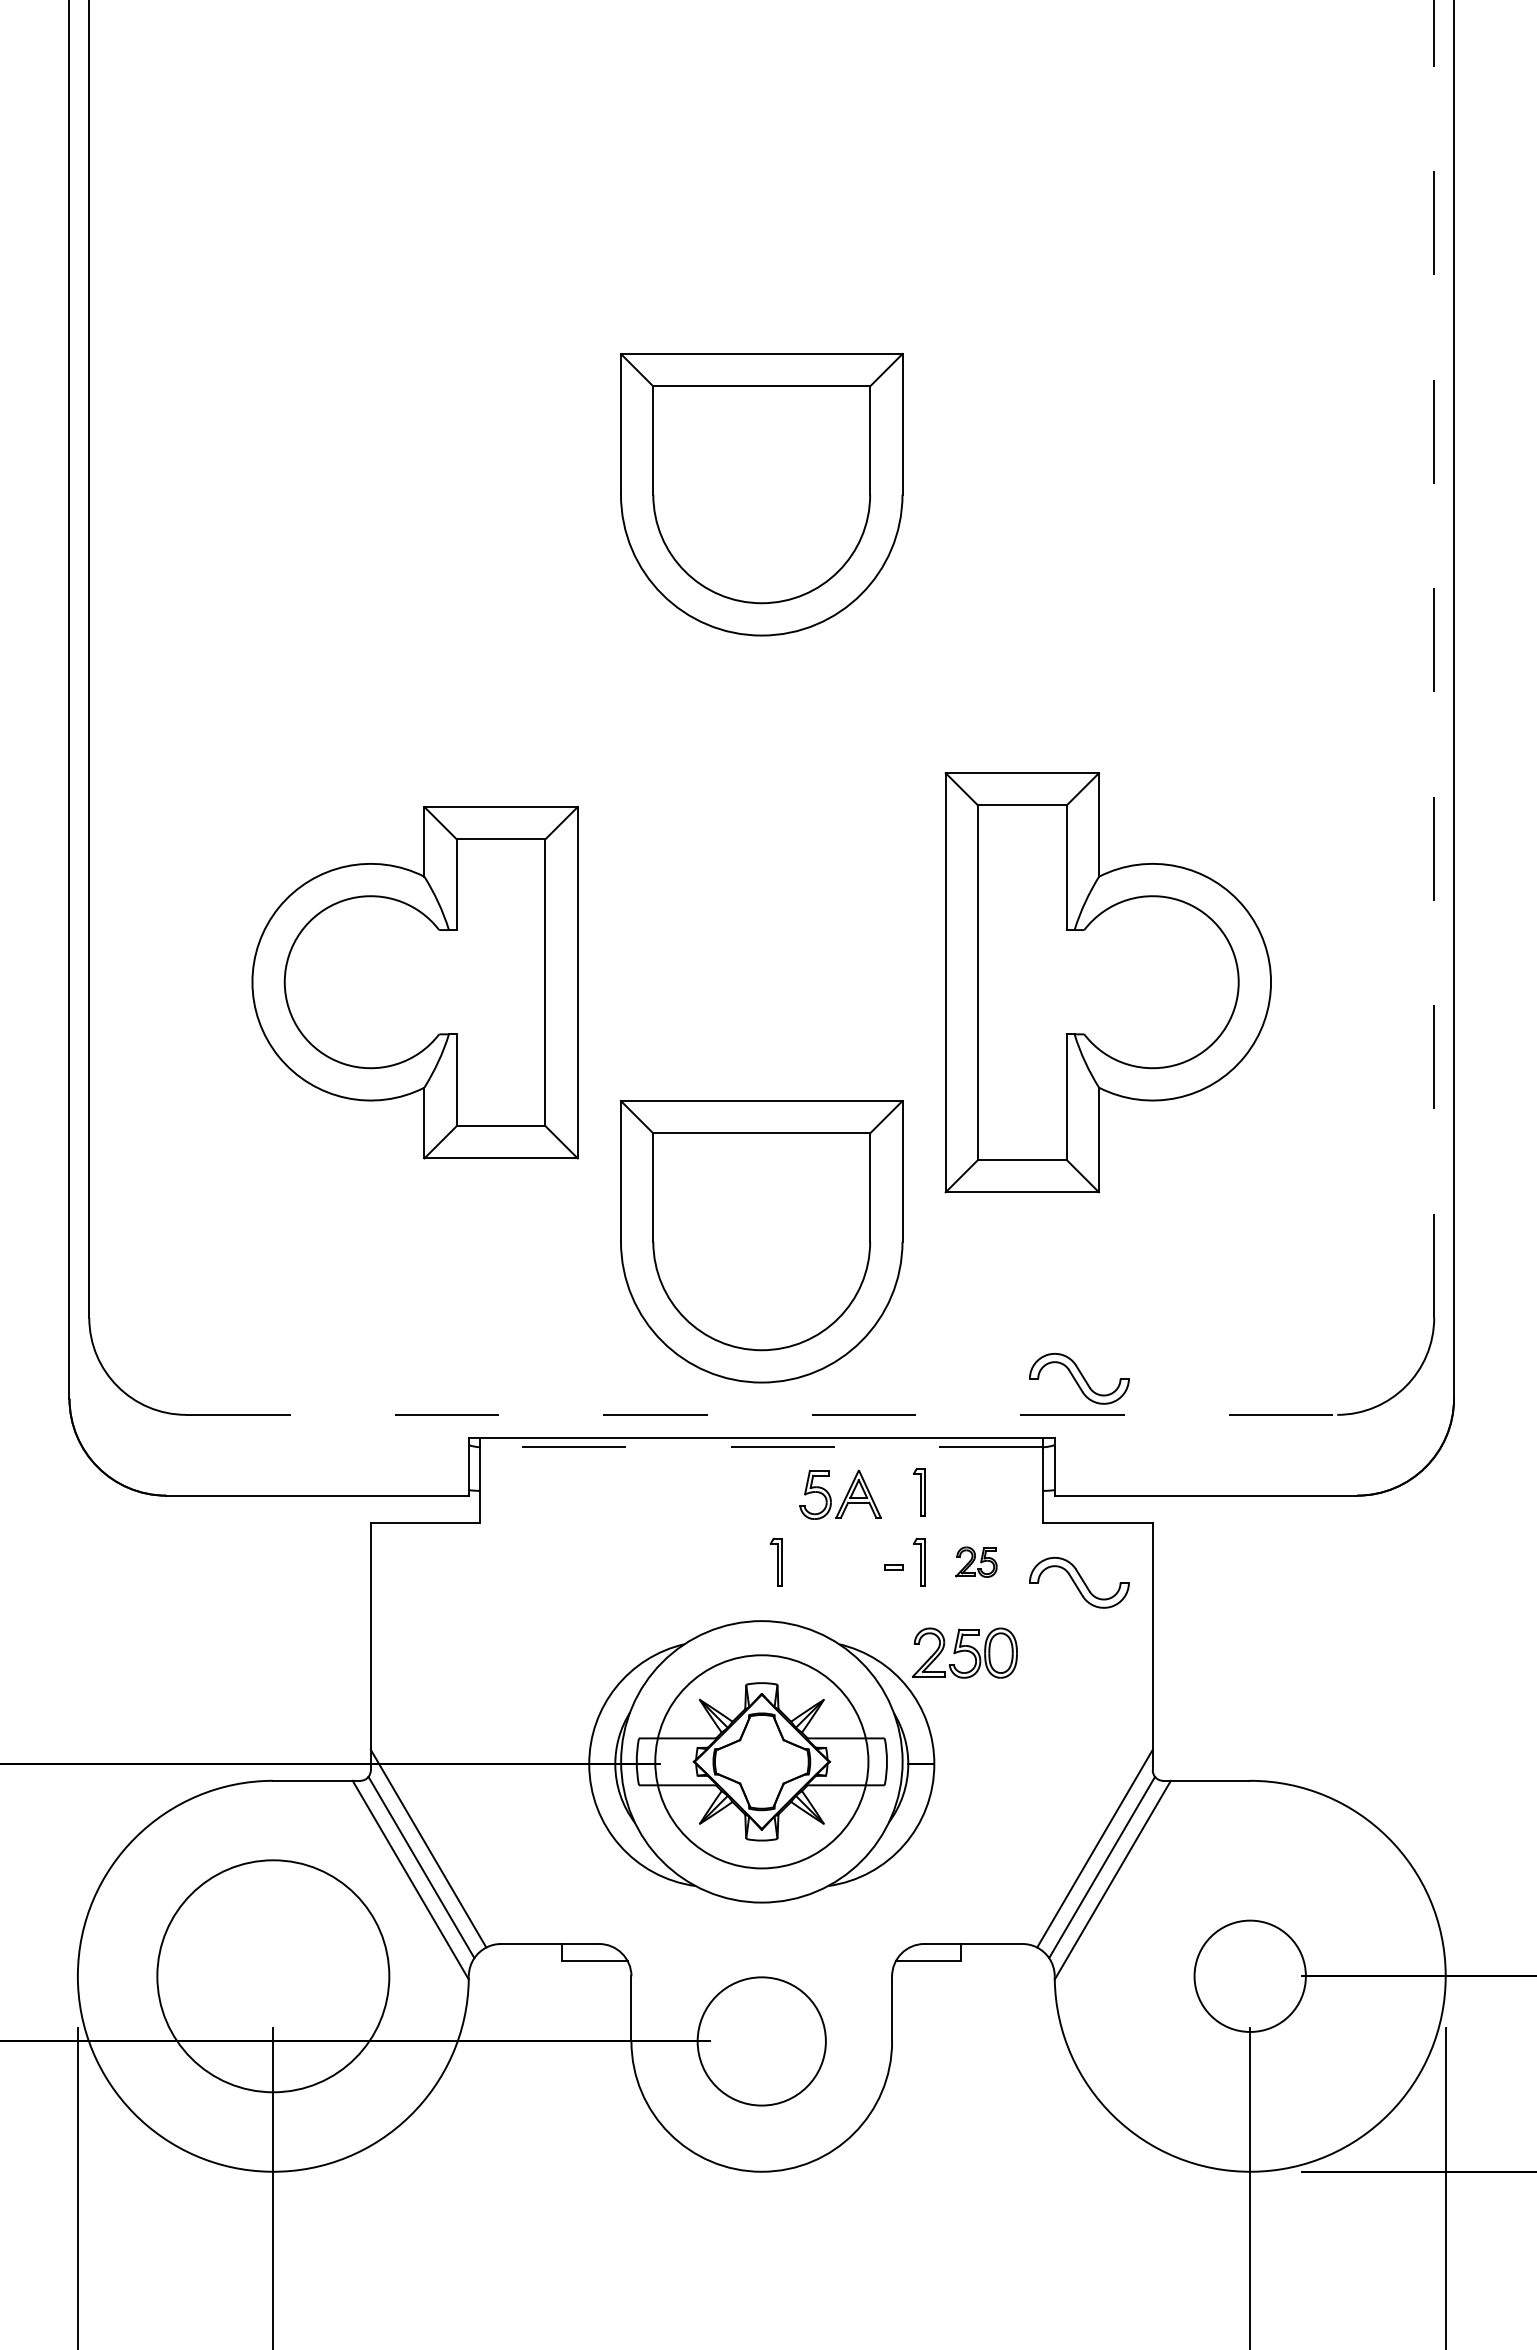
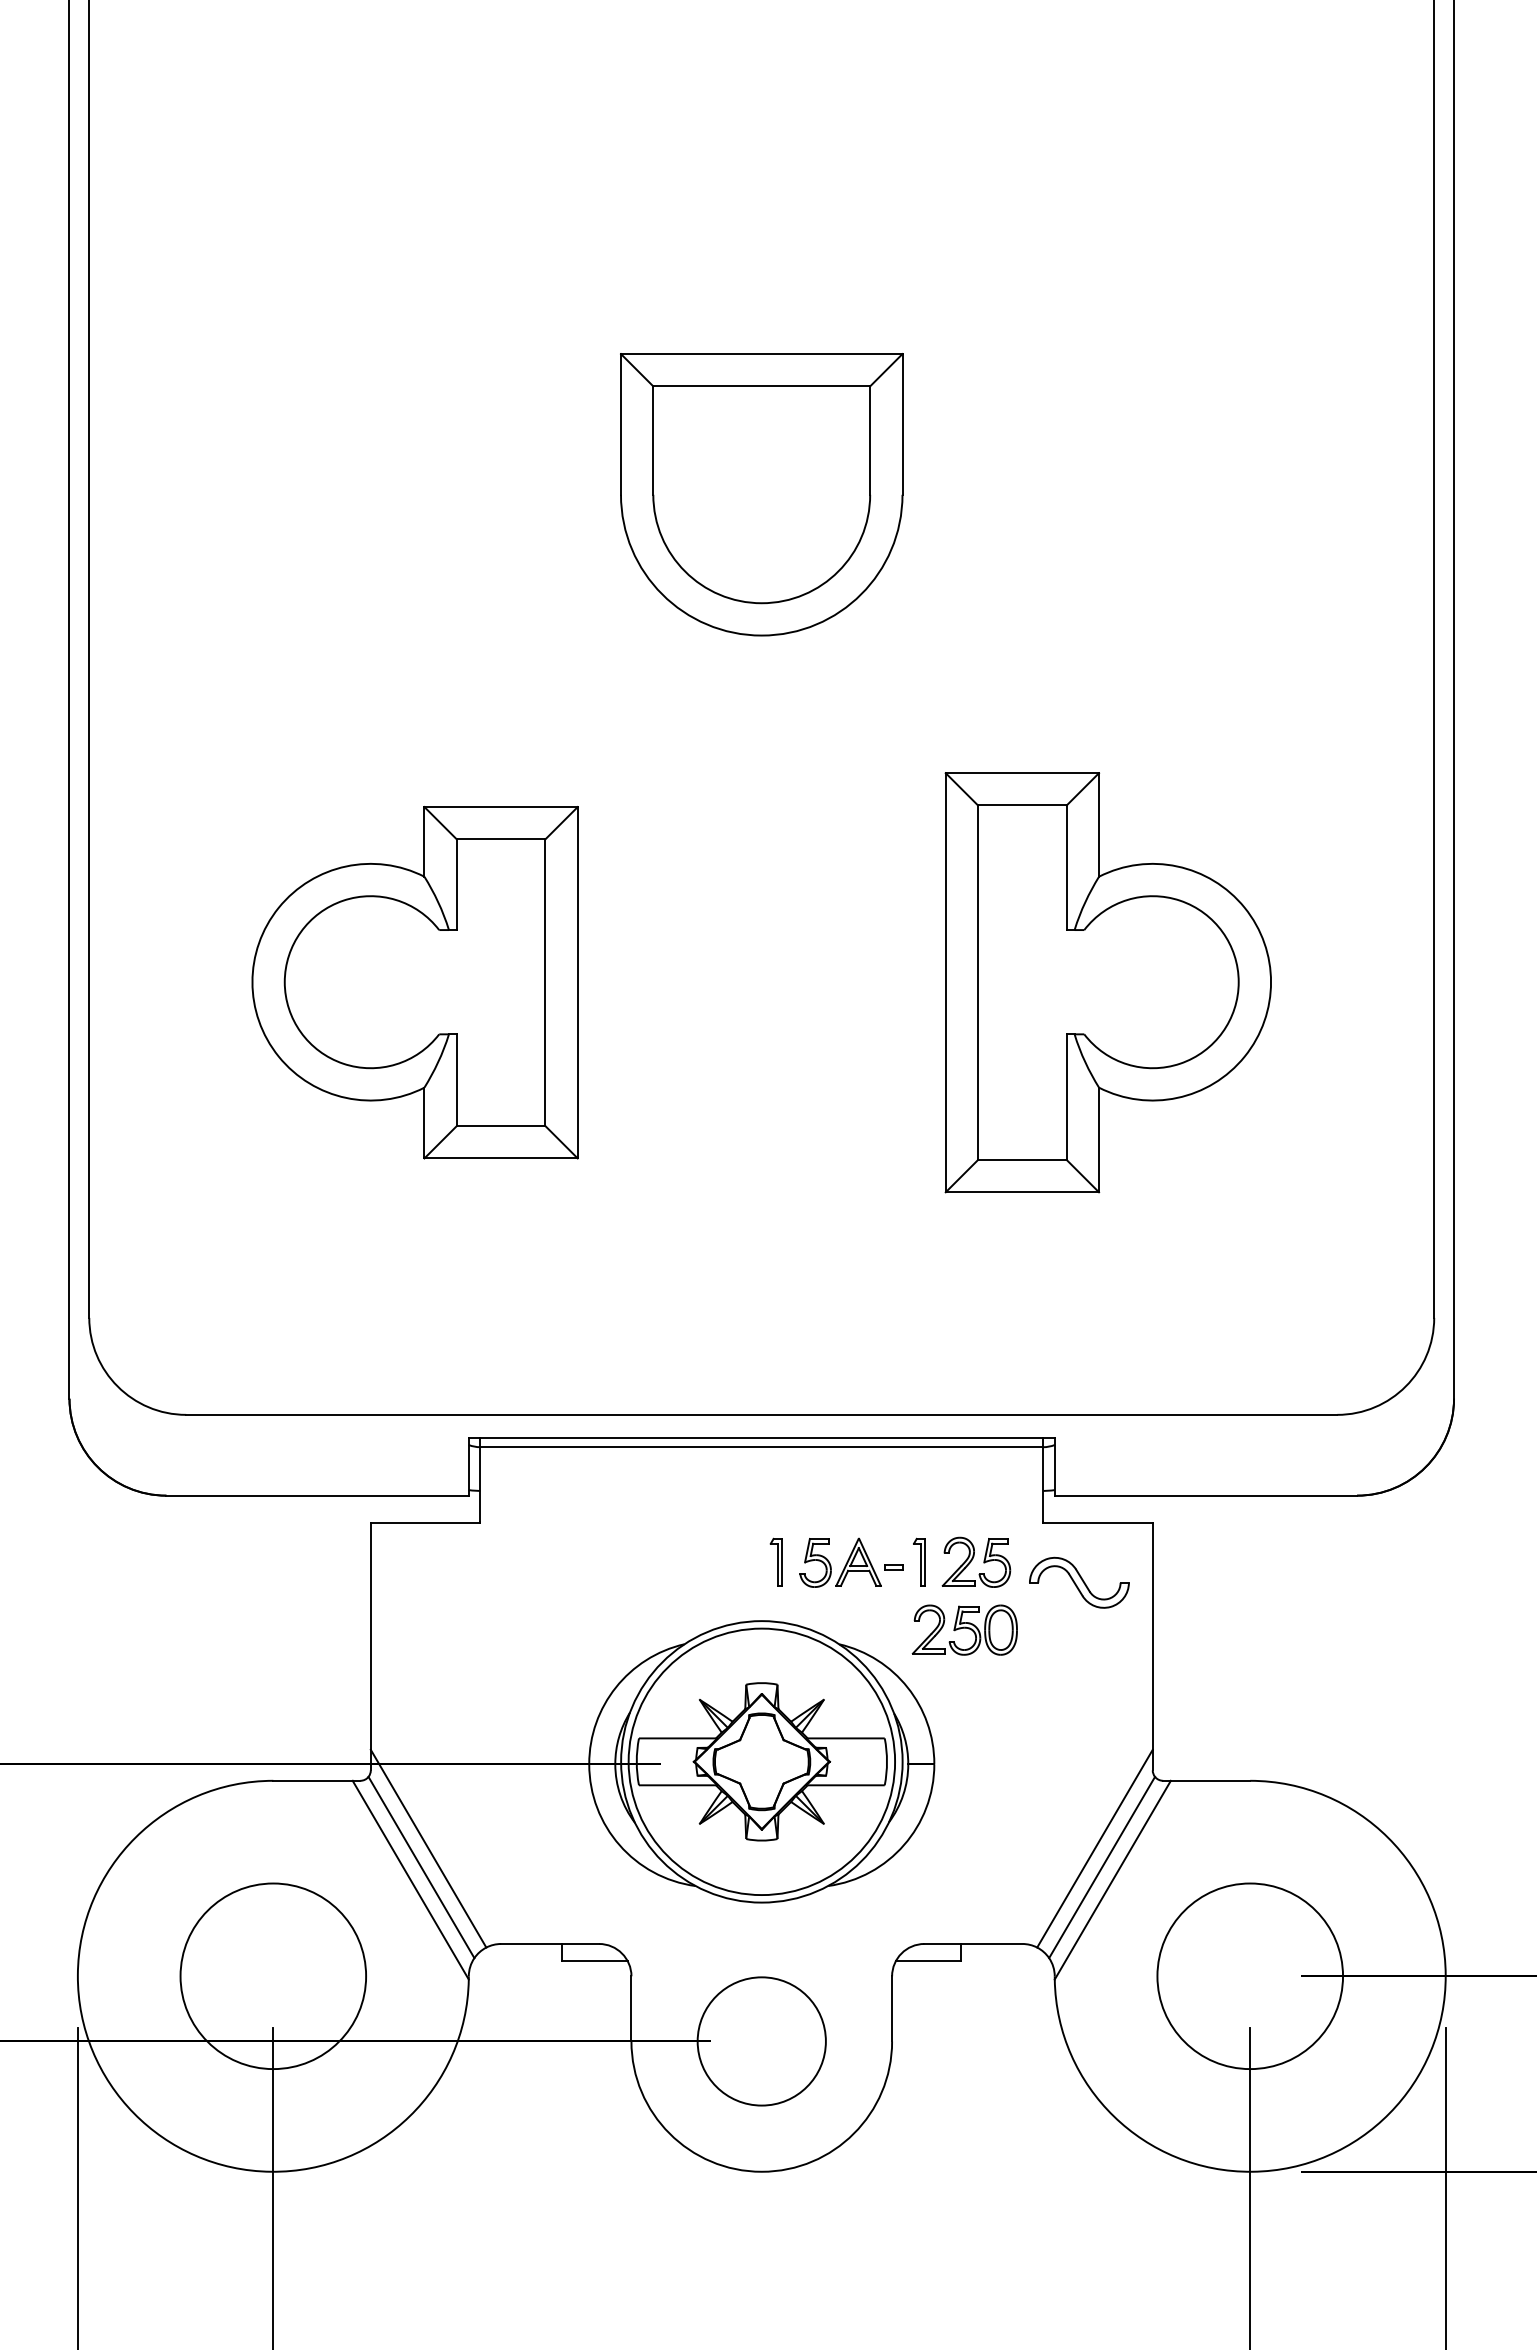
line at (1434, 659): dashed -> solid
part at (761, 1241): present -> none
part at (1079, 1378): present -> none
line at (762, 1414): dashed -> solid
line at (761, 1447): dashed -> solid
part at (919, 1491): present -> none
part at (840, 1494) position: (840, 1494) -> (840, 1562)
part at (976, 1561) size: 43x32 px -> 71x52 px
part at (964, 1652) position: (964, 1652) -> (964, 1629)
circle at (761, 1761) diameter: 213 px -> 266 px
circle at (1249, 1975) diameter: 111 px -> 186 px
circle at (273, 1976) diameter: 232 px -> 186 px
